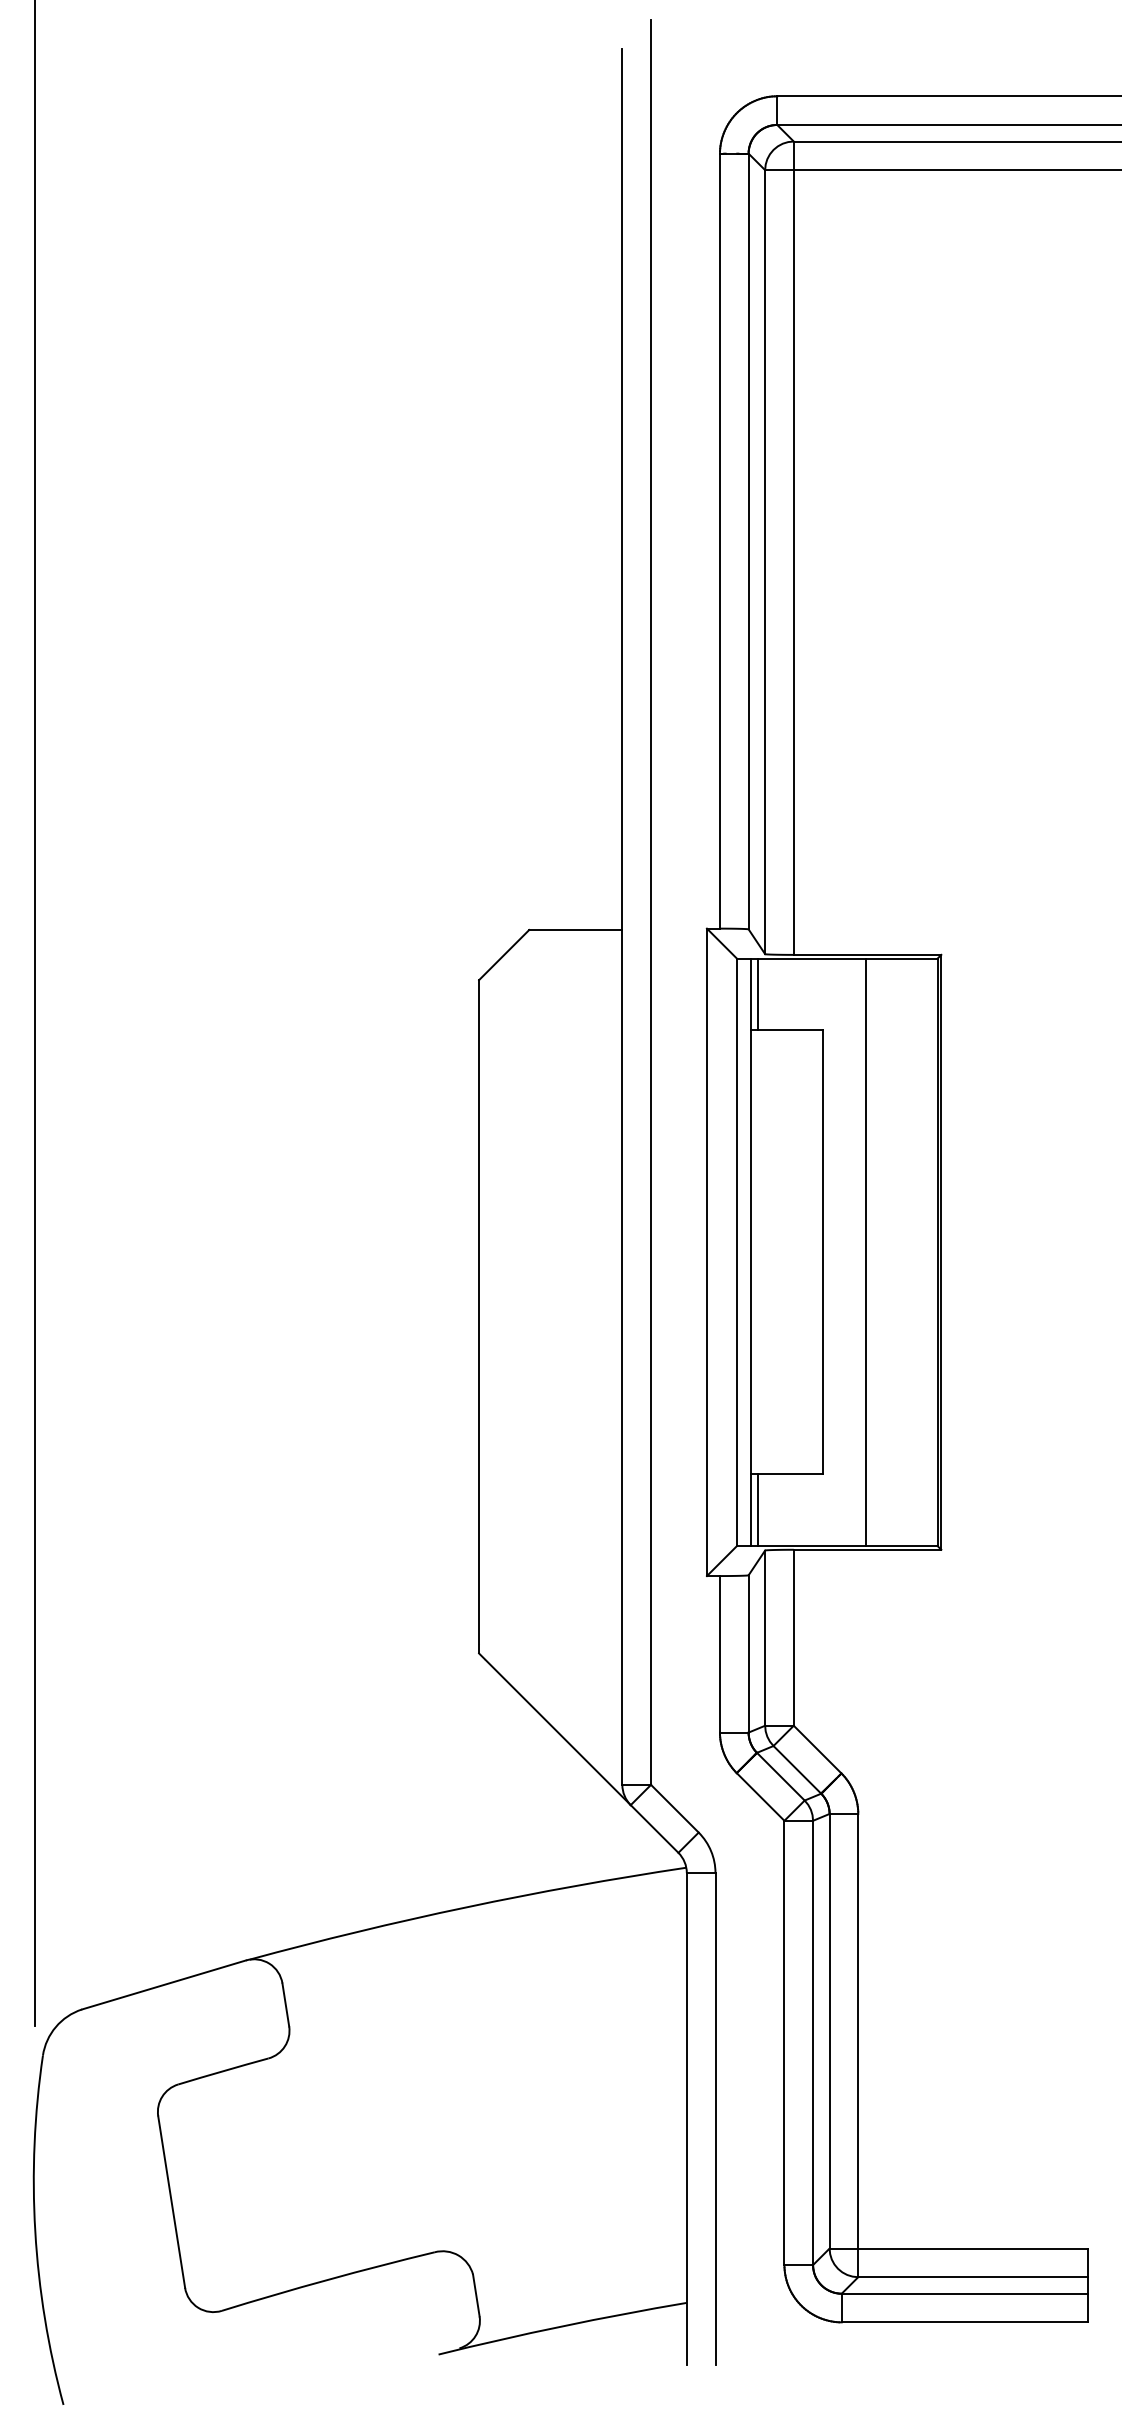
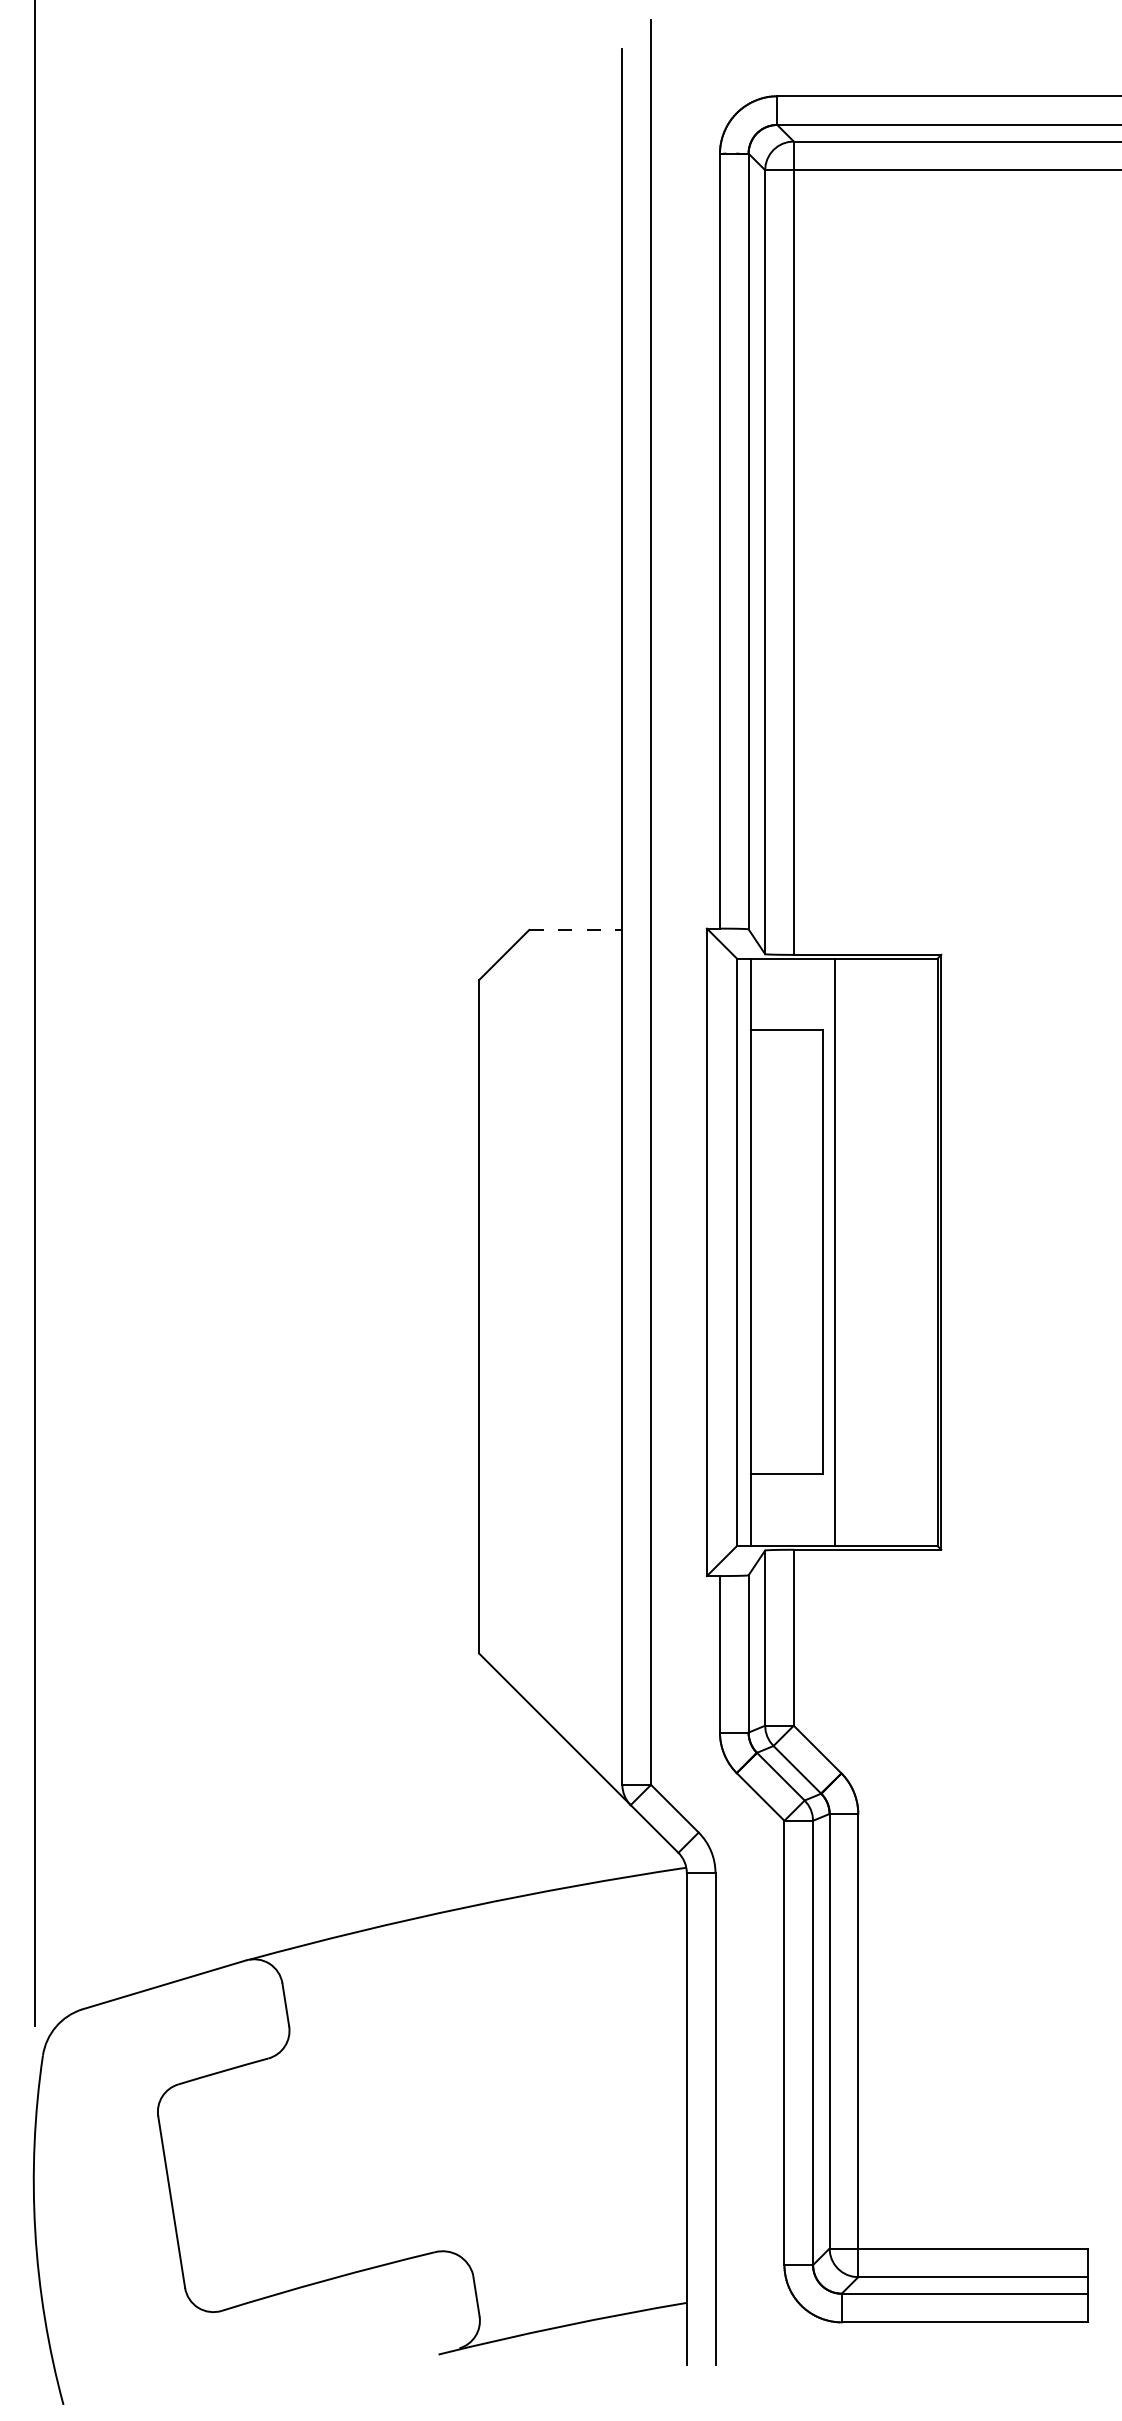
line at (575, 929): solid -> dashed
line at (758, 994): present -> none
line at (865, 1252) position: (865, 1252) -> (834, 1252)
line at (758, 1510): present -> none
